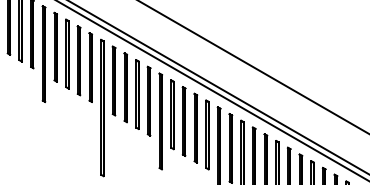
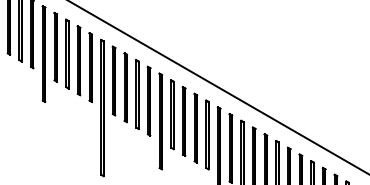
line at (253, 67): present -> none
line at (212, 90): present -> none
